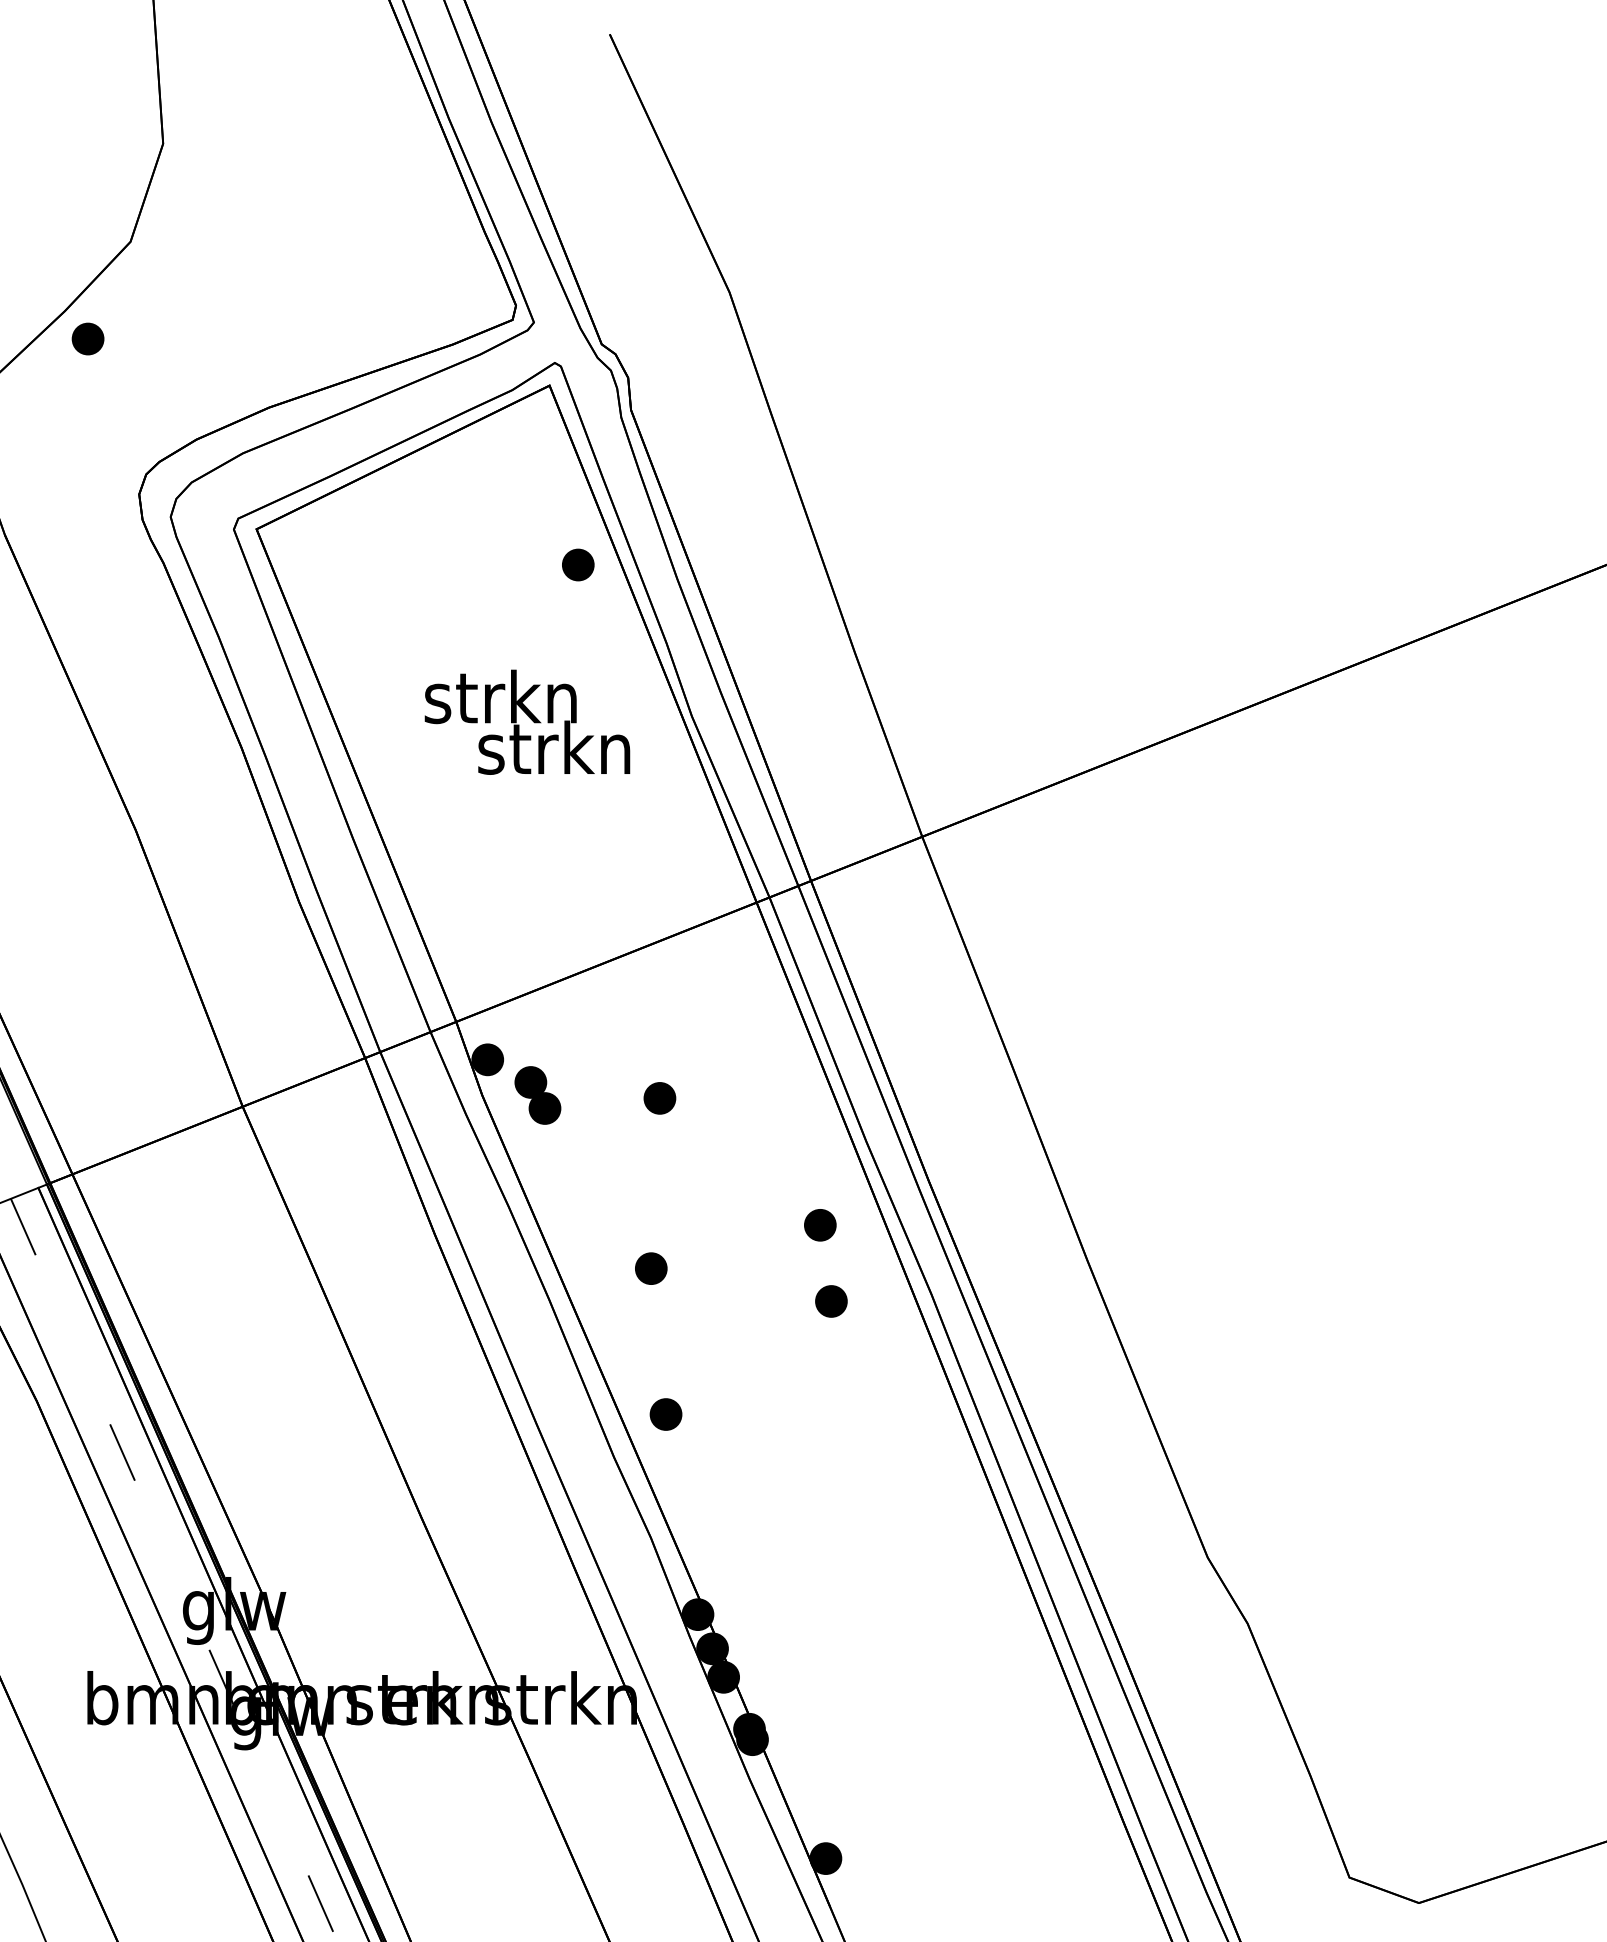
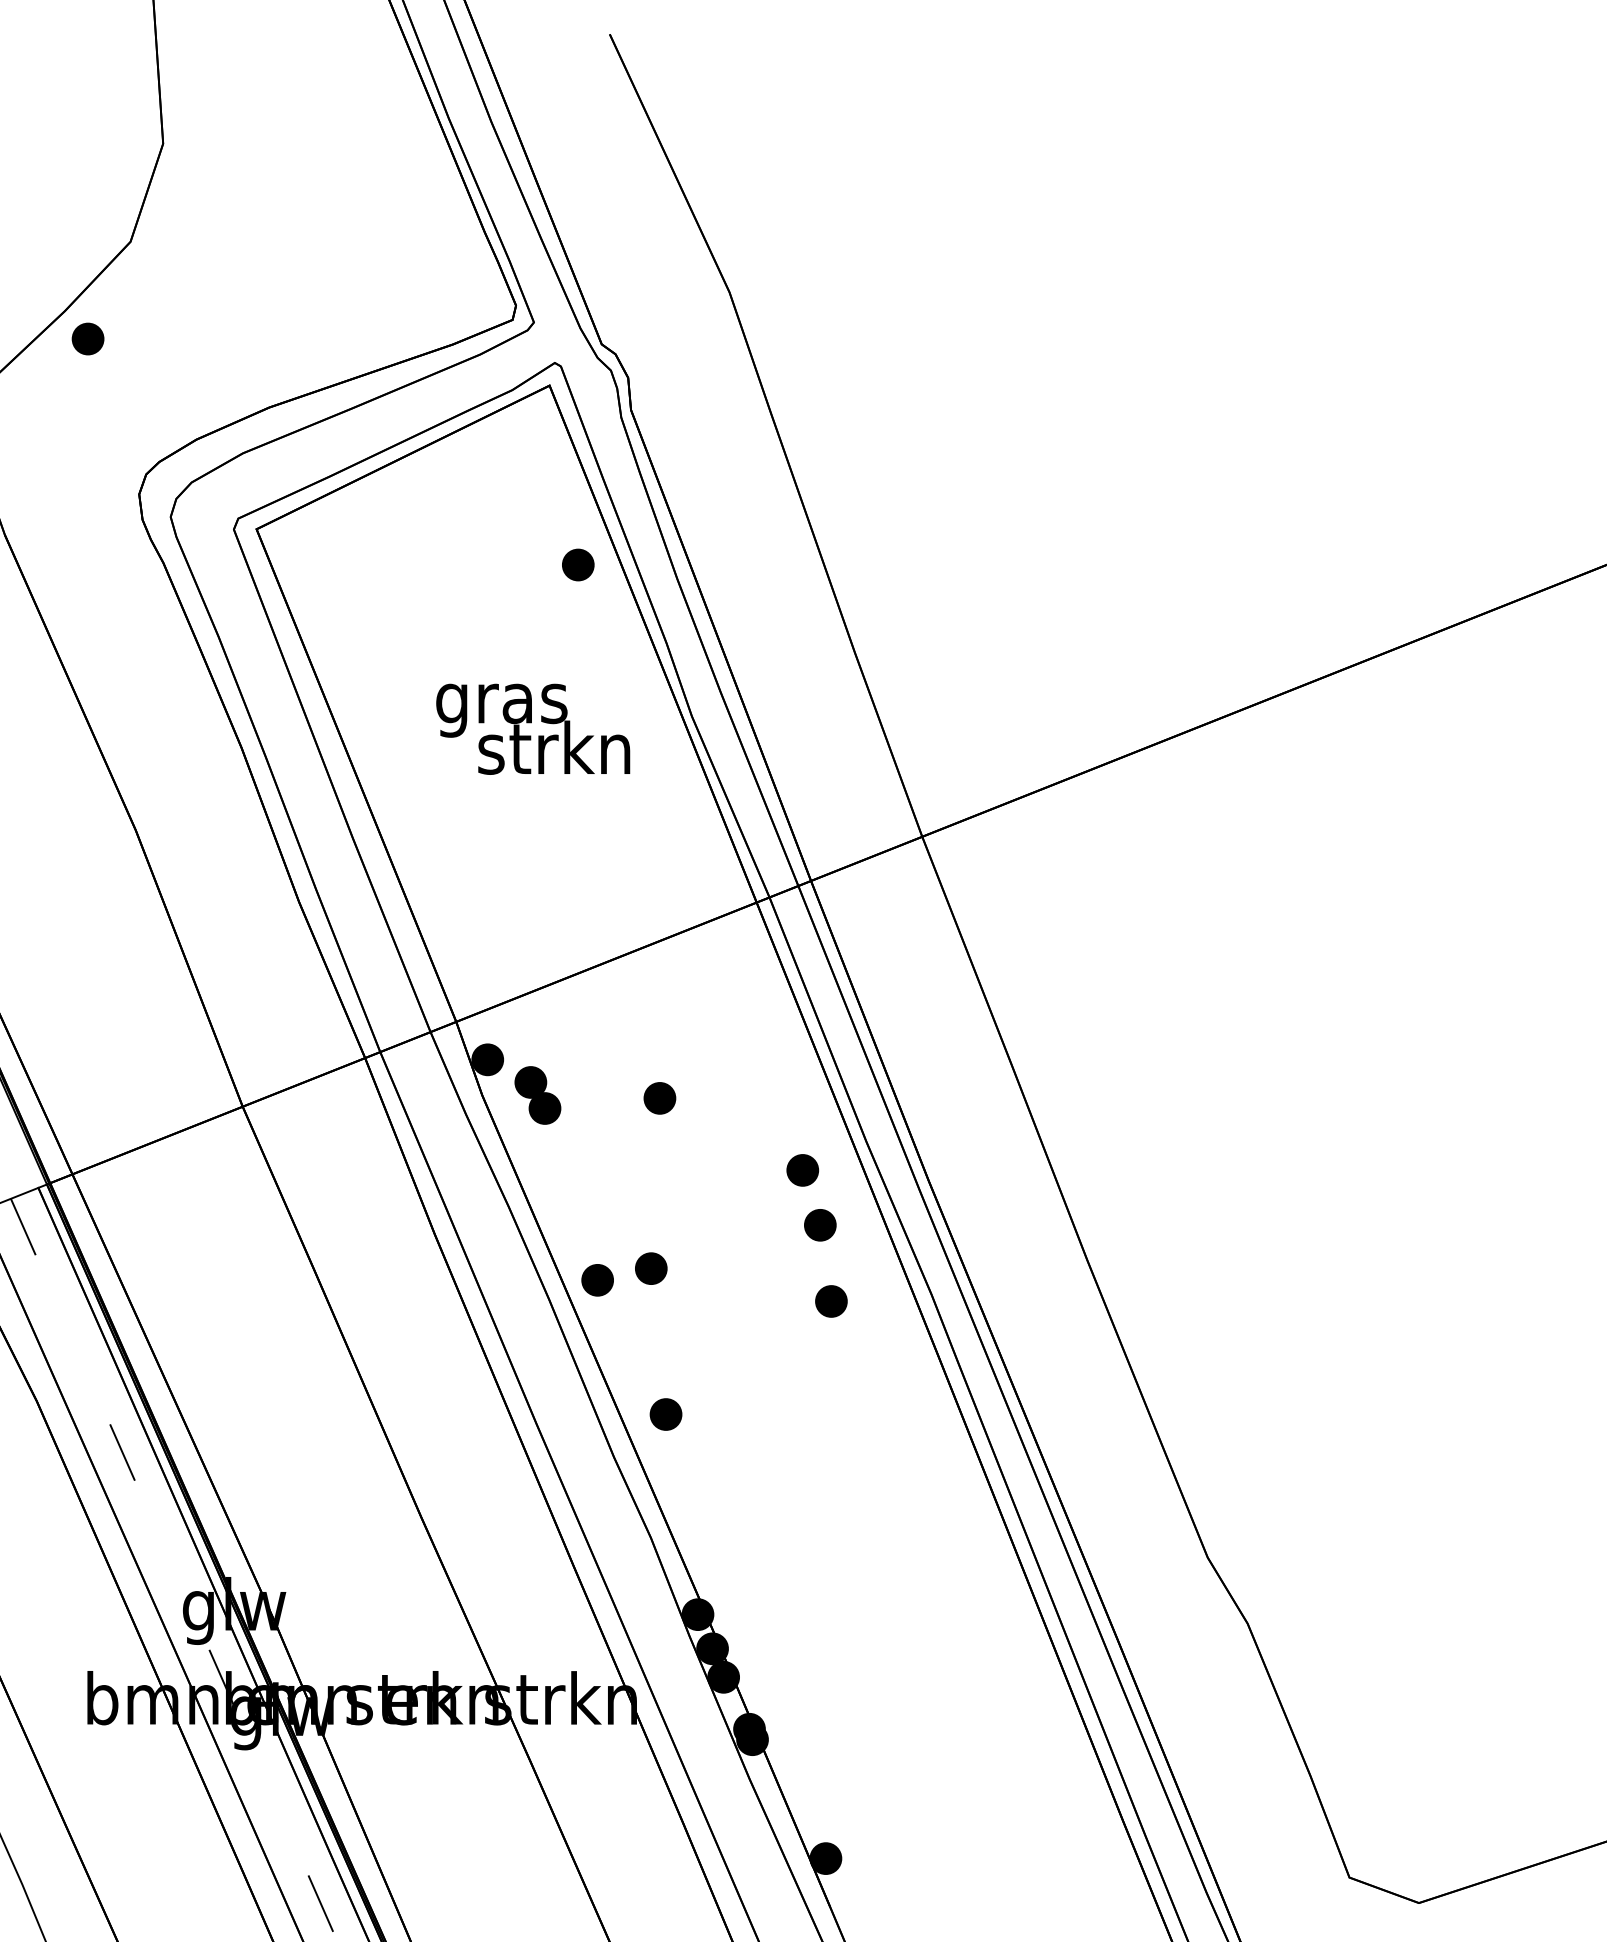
text at (500, 703): strkn -> gras
part at (802, 1170): none -> present
part at (597, 1280): none -> present
